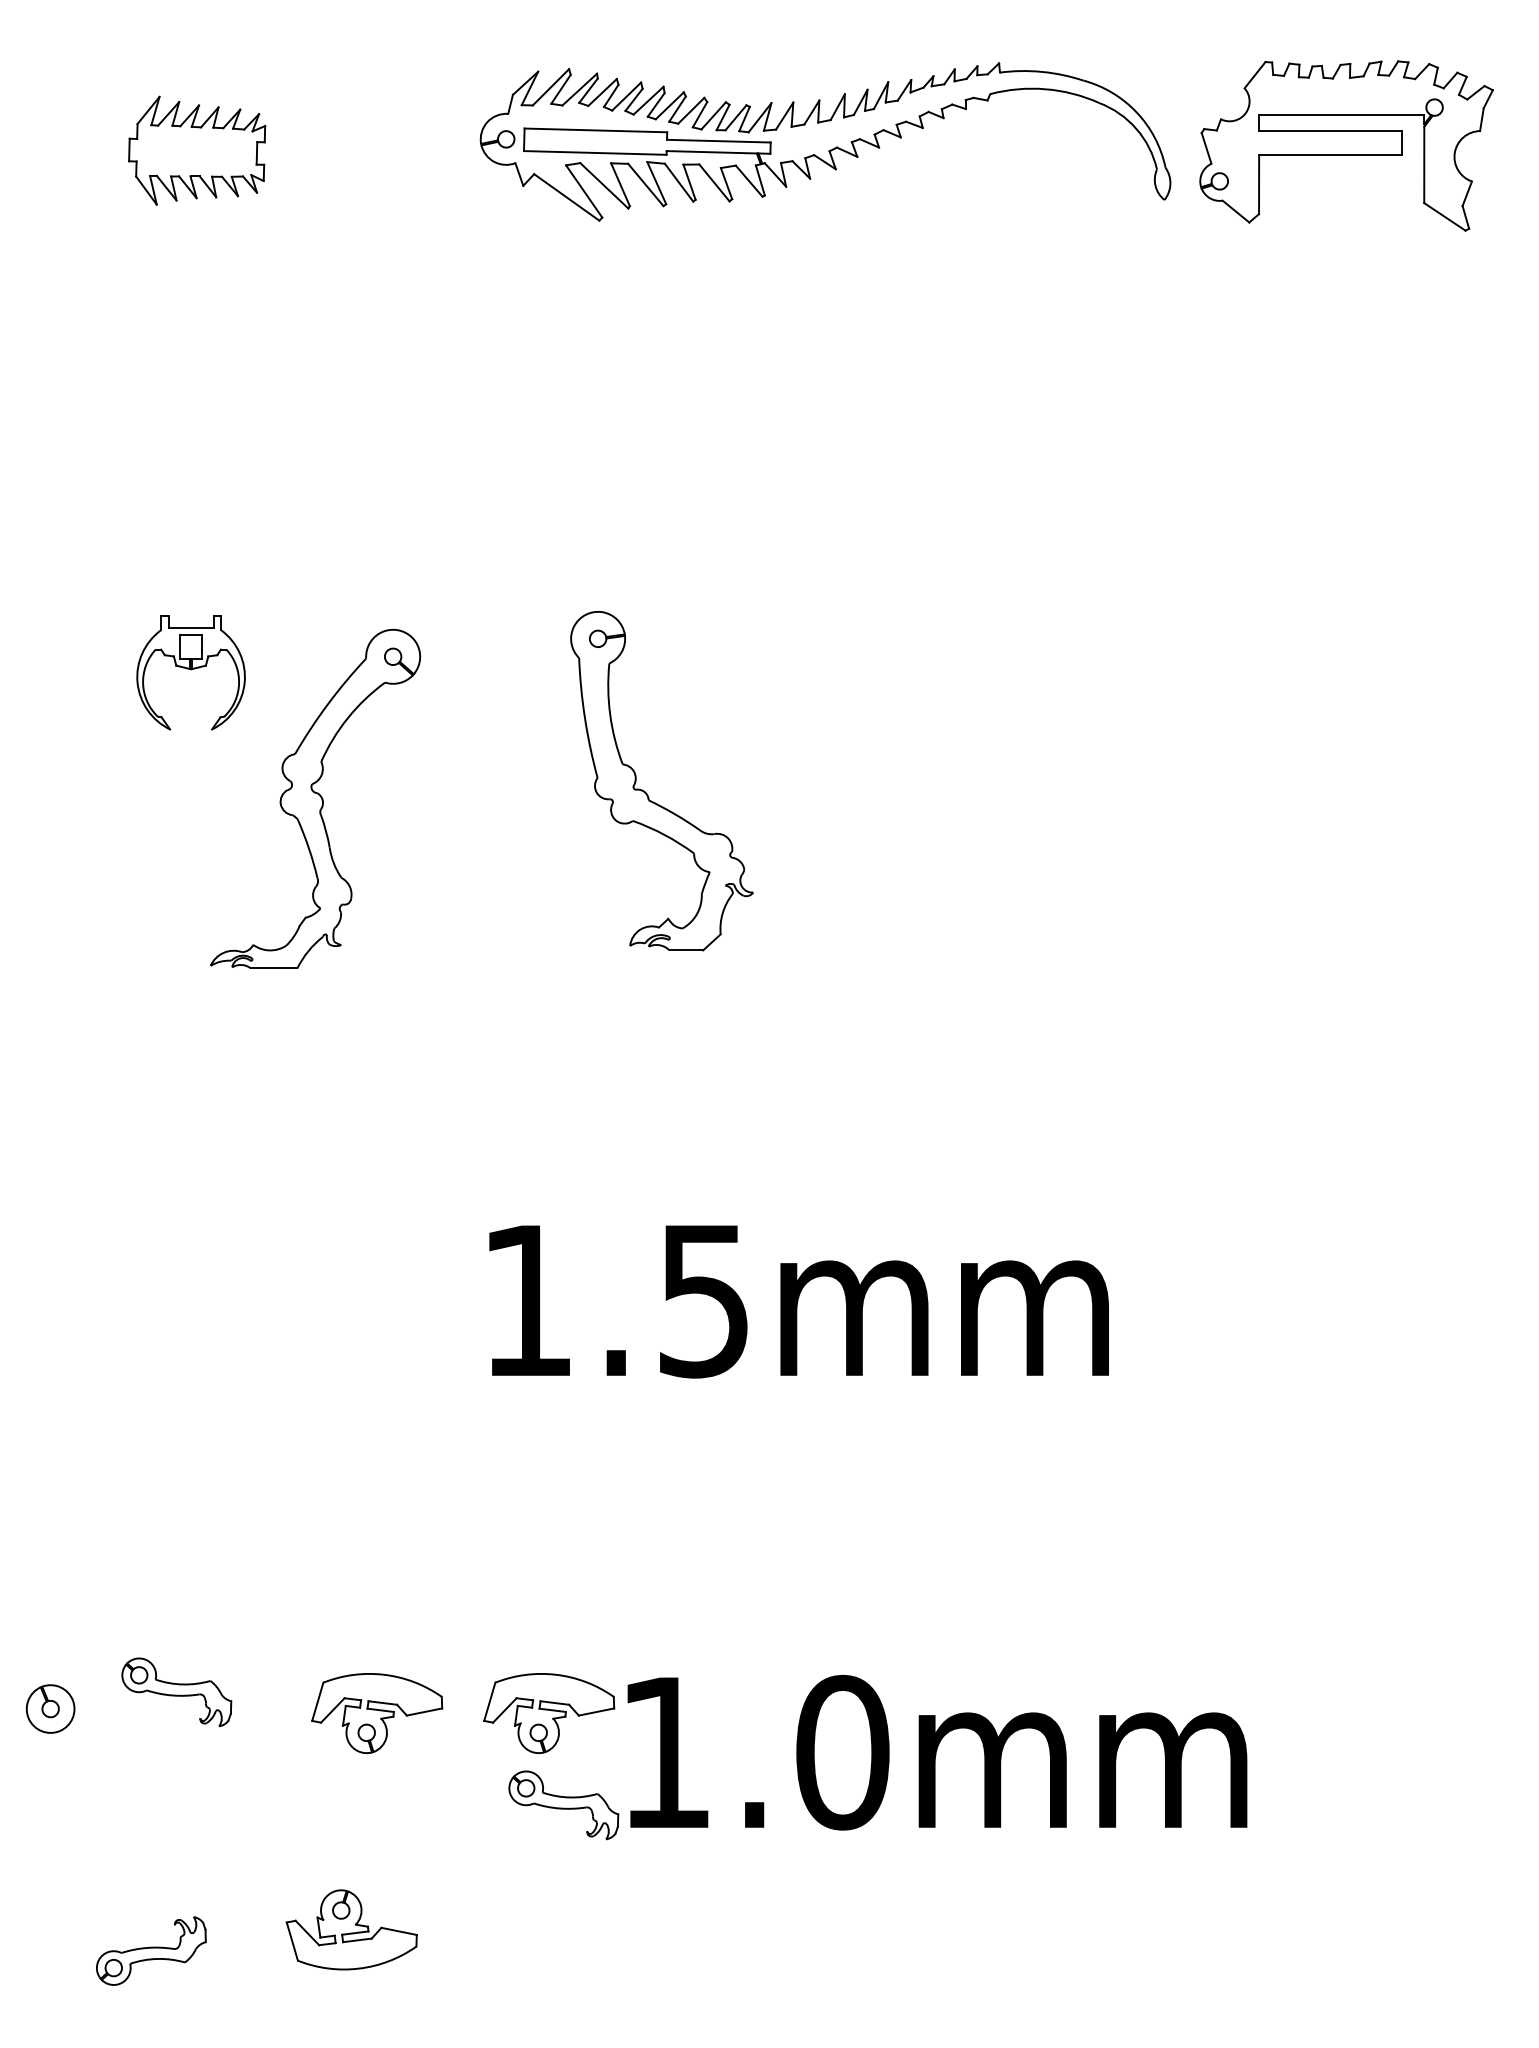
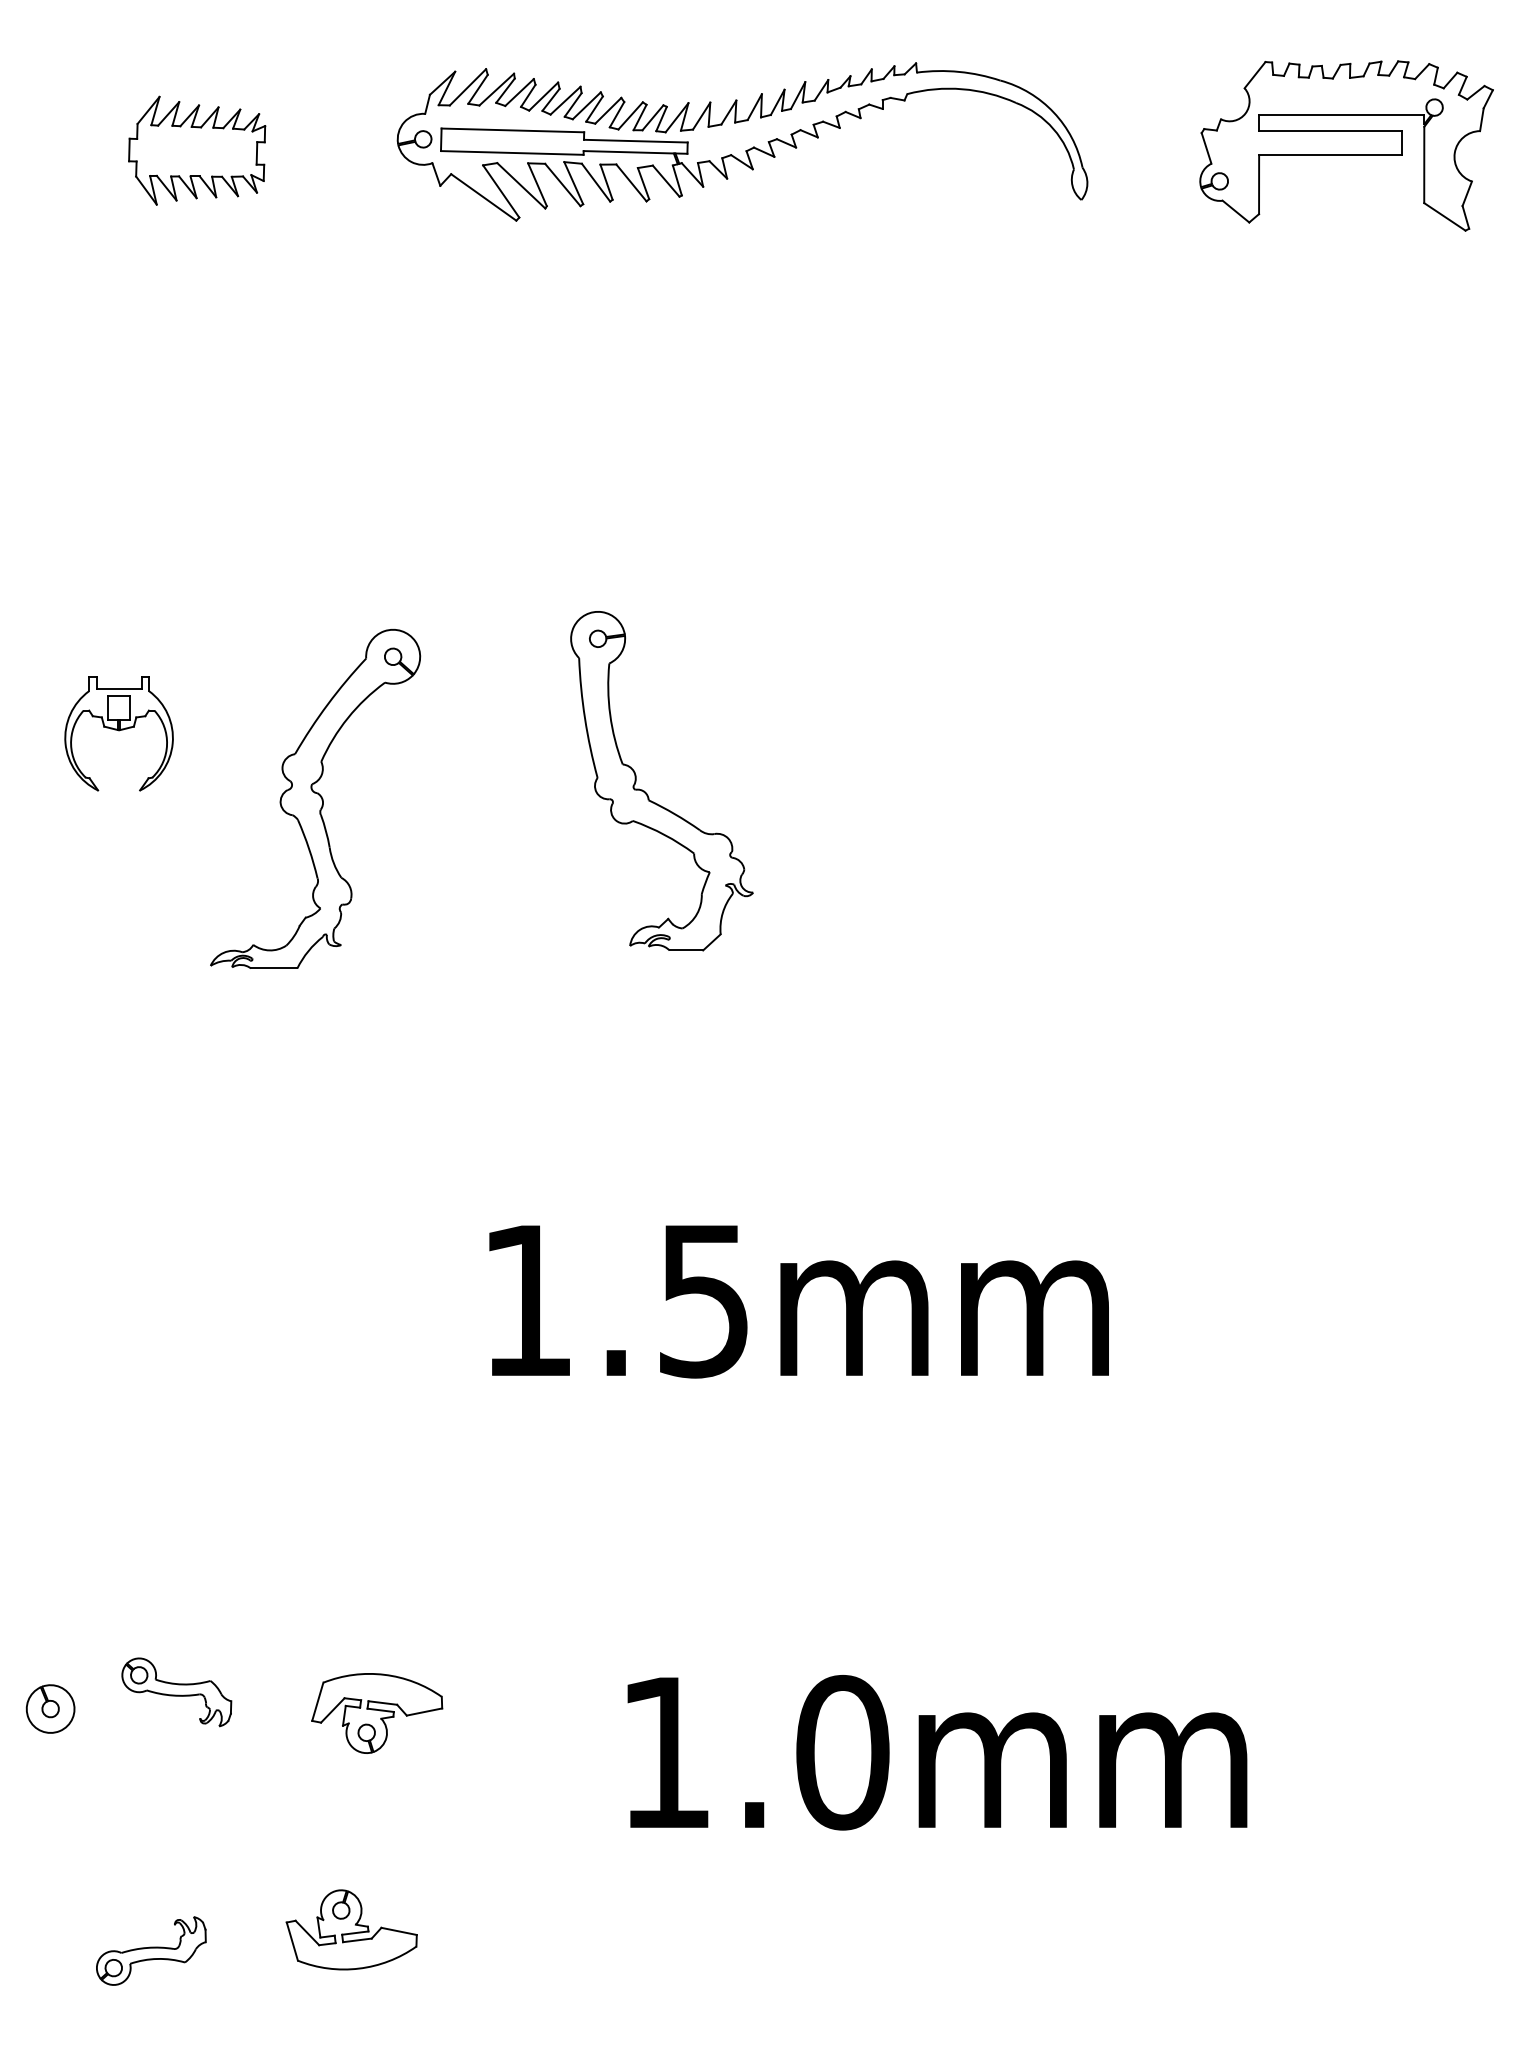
part at (825, 141) position: (825, 141) -> (742, 141)
part at (190, 672) position: (190, 672) -> (118, 733)
part at (549, 1713): present -> none
part at (563, 1805): present -> none
